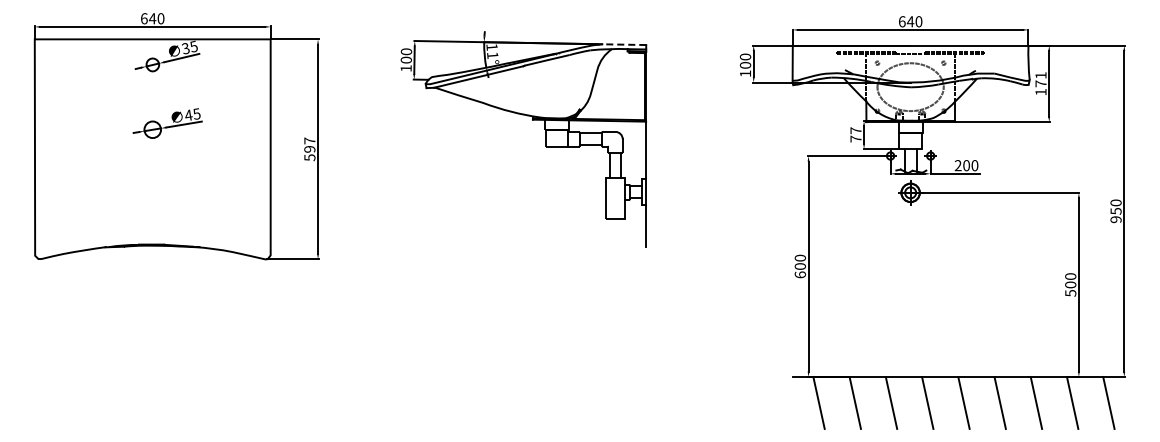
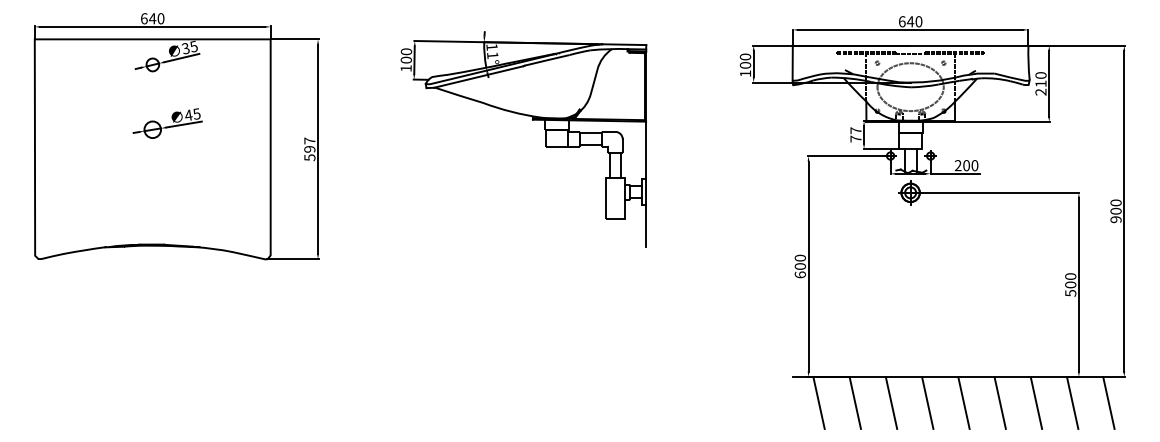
line at (624, 44): dashed -> solid
text at (1040, 83): 171 -> 210
text at (1115, 210): 950 -> 900
